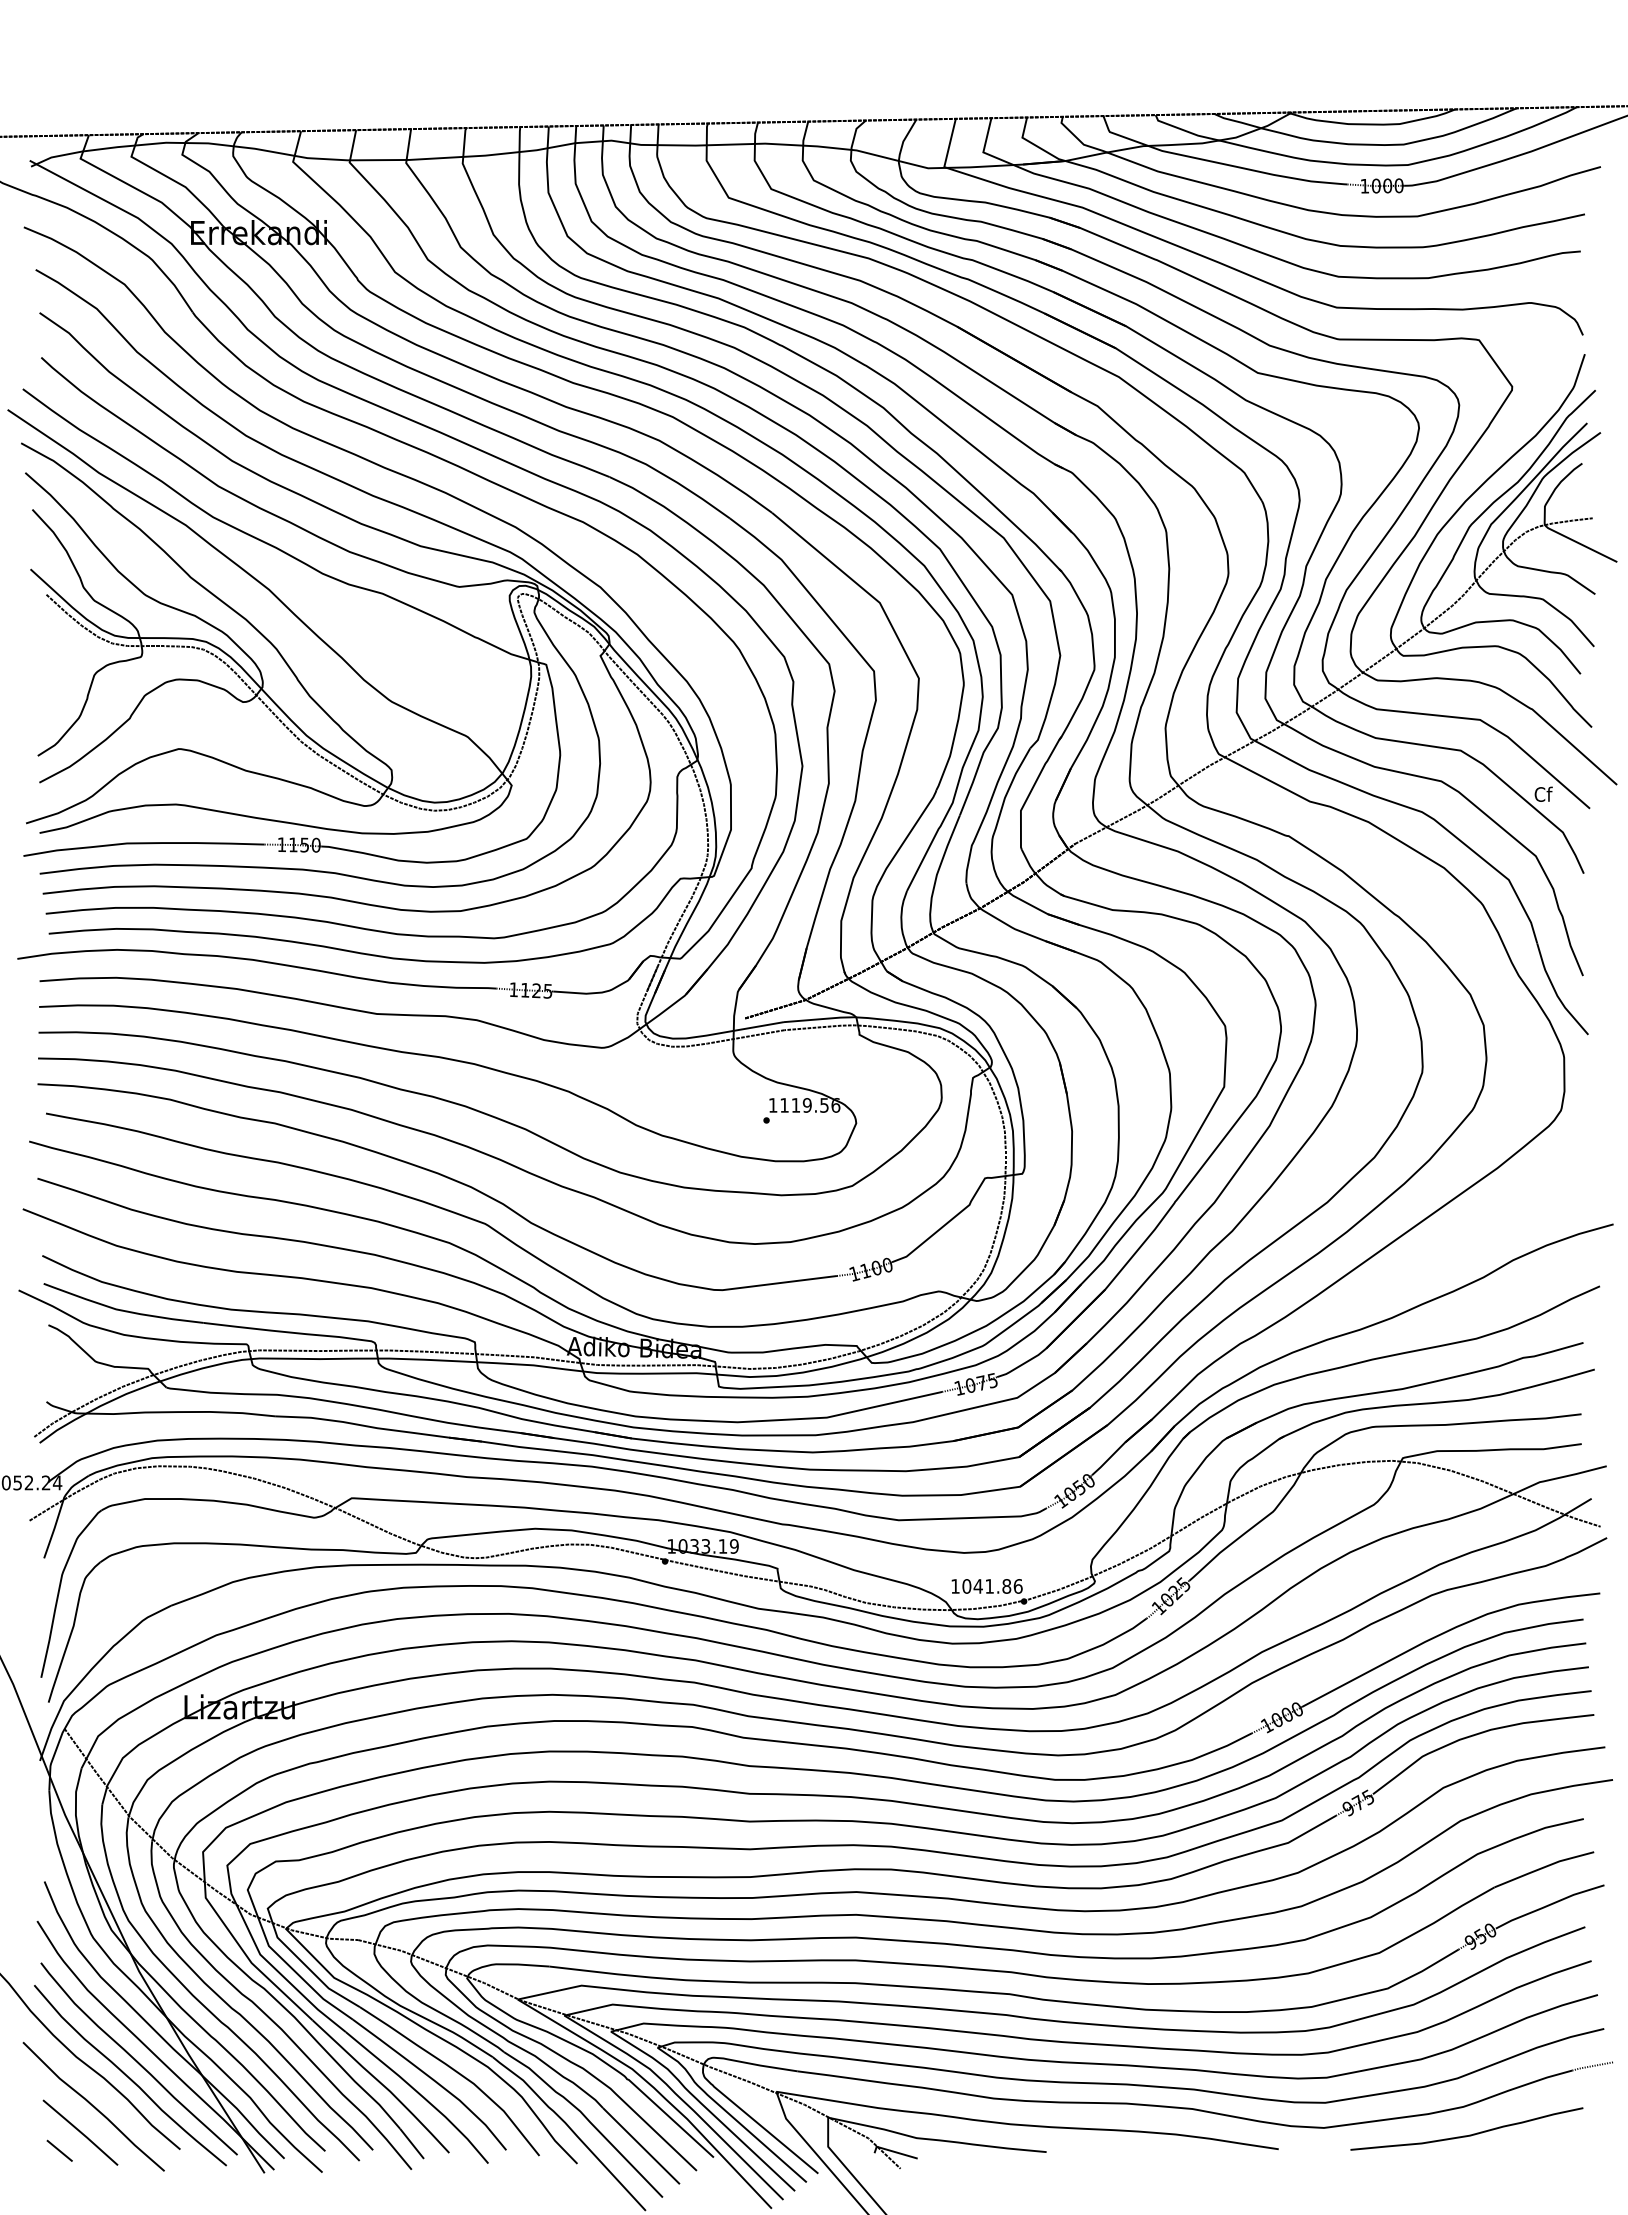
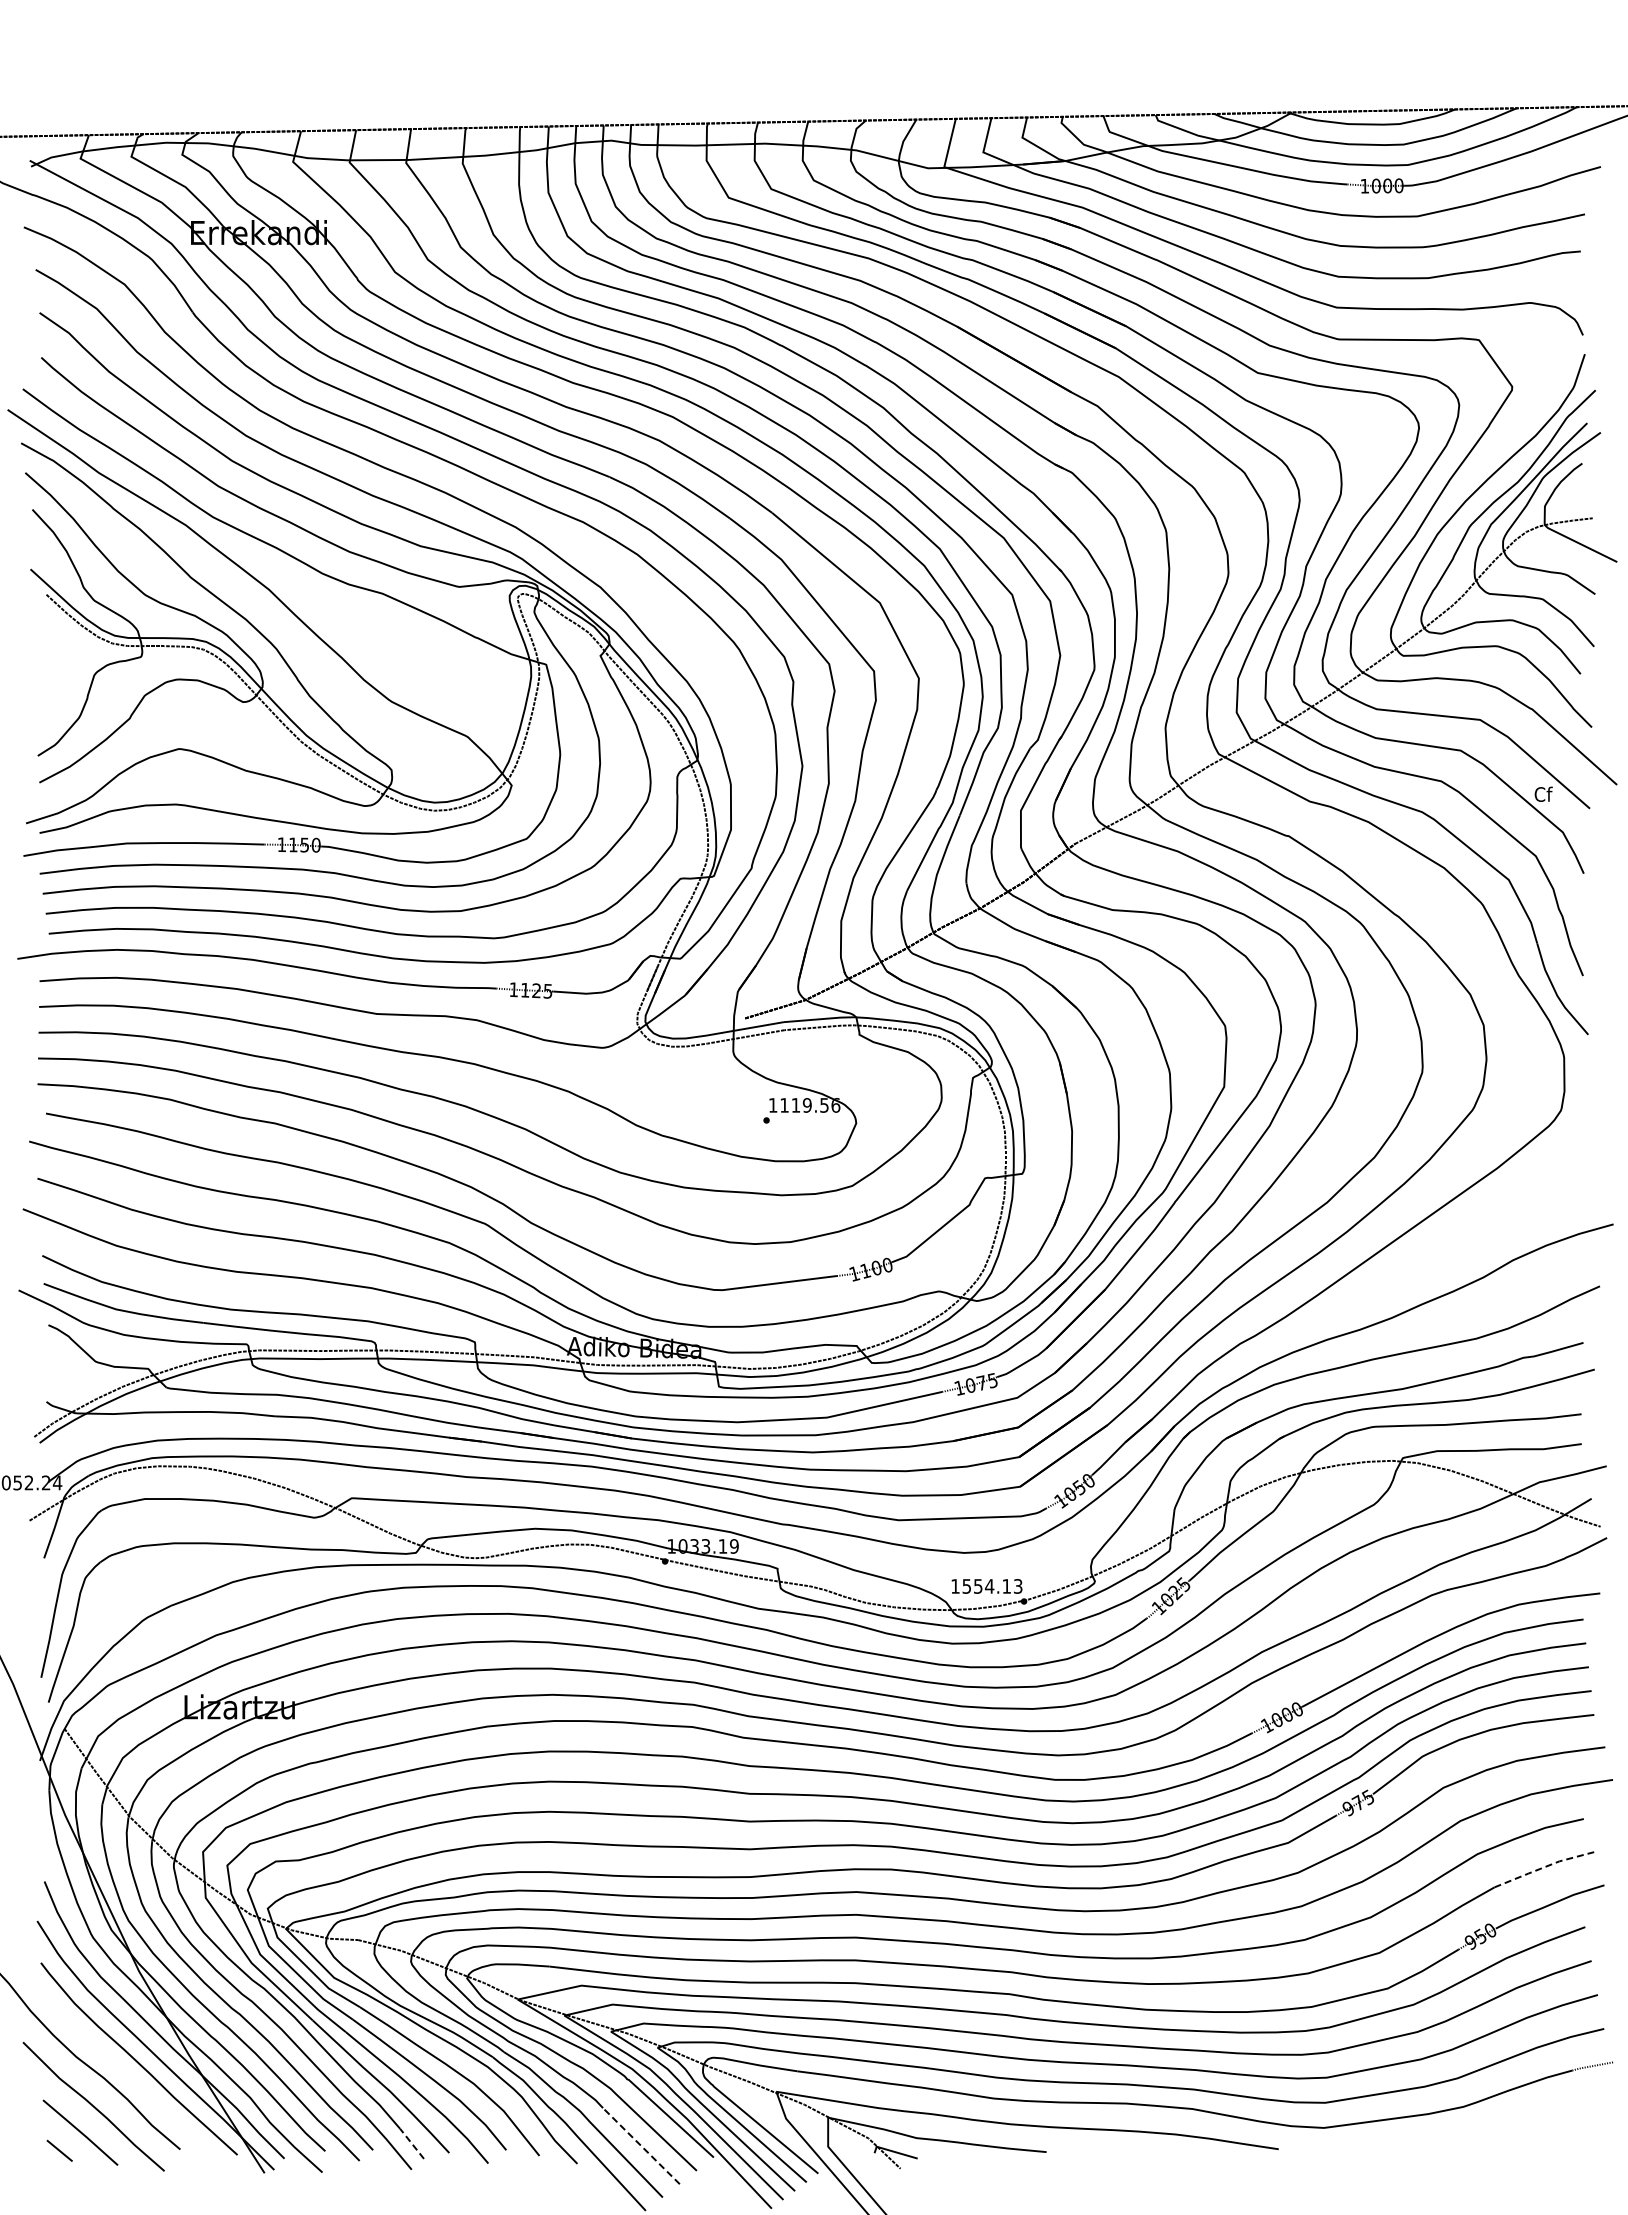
text at (992, 1586): 1041.86 -> 1554.13
line at (1543, 1867): solid -> dashed
curve at (130, 2077): present -> none
curve at (1469, 2134): present -> none
line at (411, 2143): solid -> dashed
line at (641, 2145): solid -> dashed
